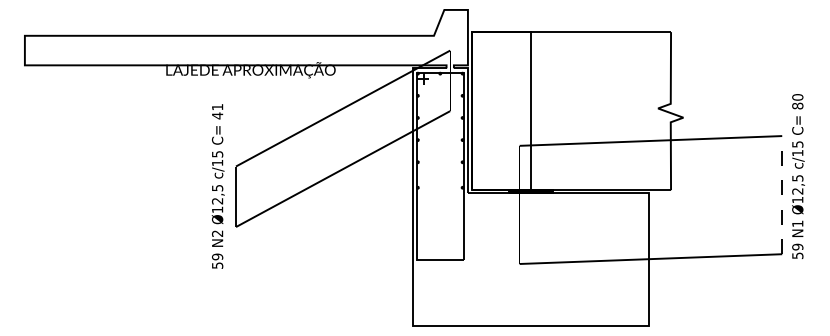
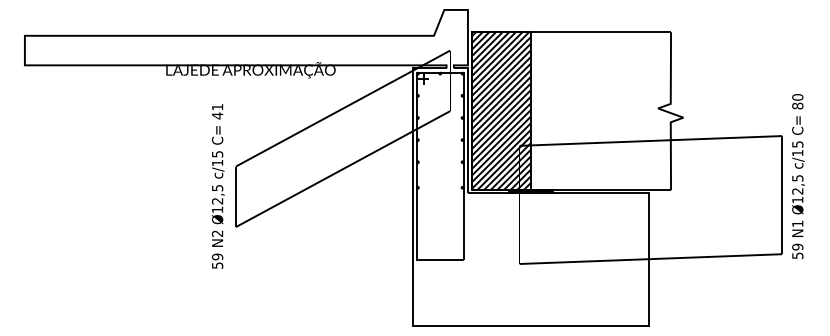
hatch at (500, 111): none -> present
line at (782, 194): dashed -> solid
